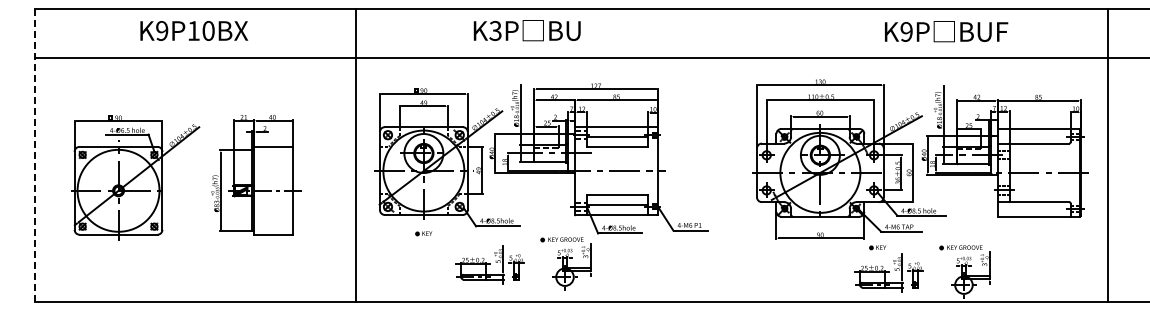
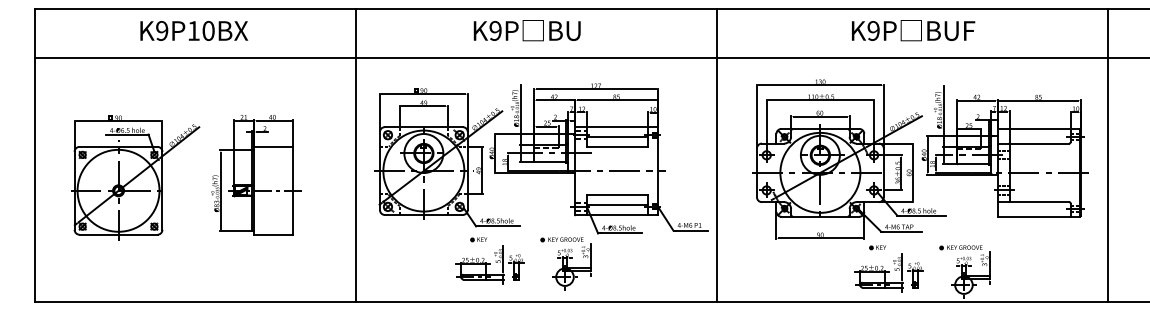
text at (495, 30): K3P -> K9P
text at (946, 31) position: (946, 31) -> (913, 30)
line at (34, 155): dashed -> solid
line at (717, 155): none -> present
part at (423, 233) position: (423, 233) -> (478, 239)
